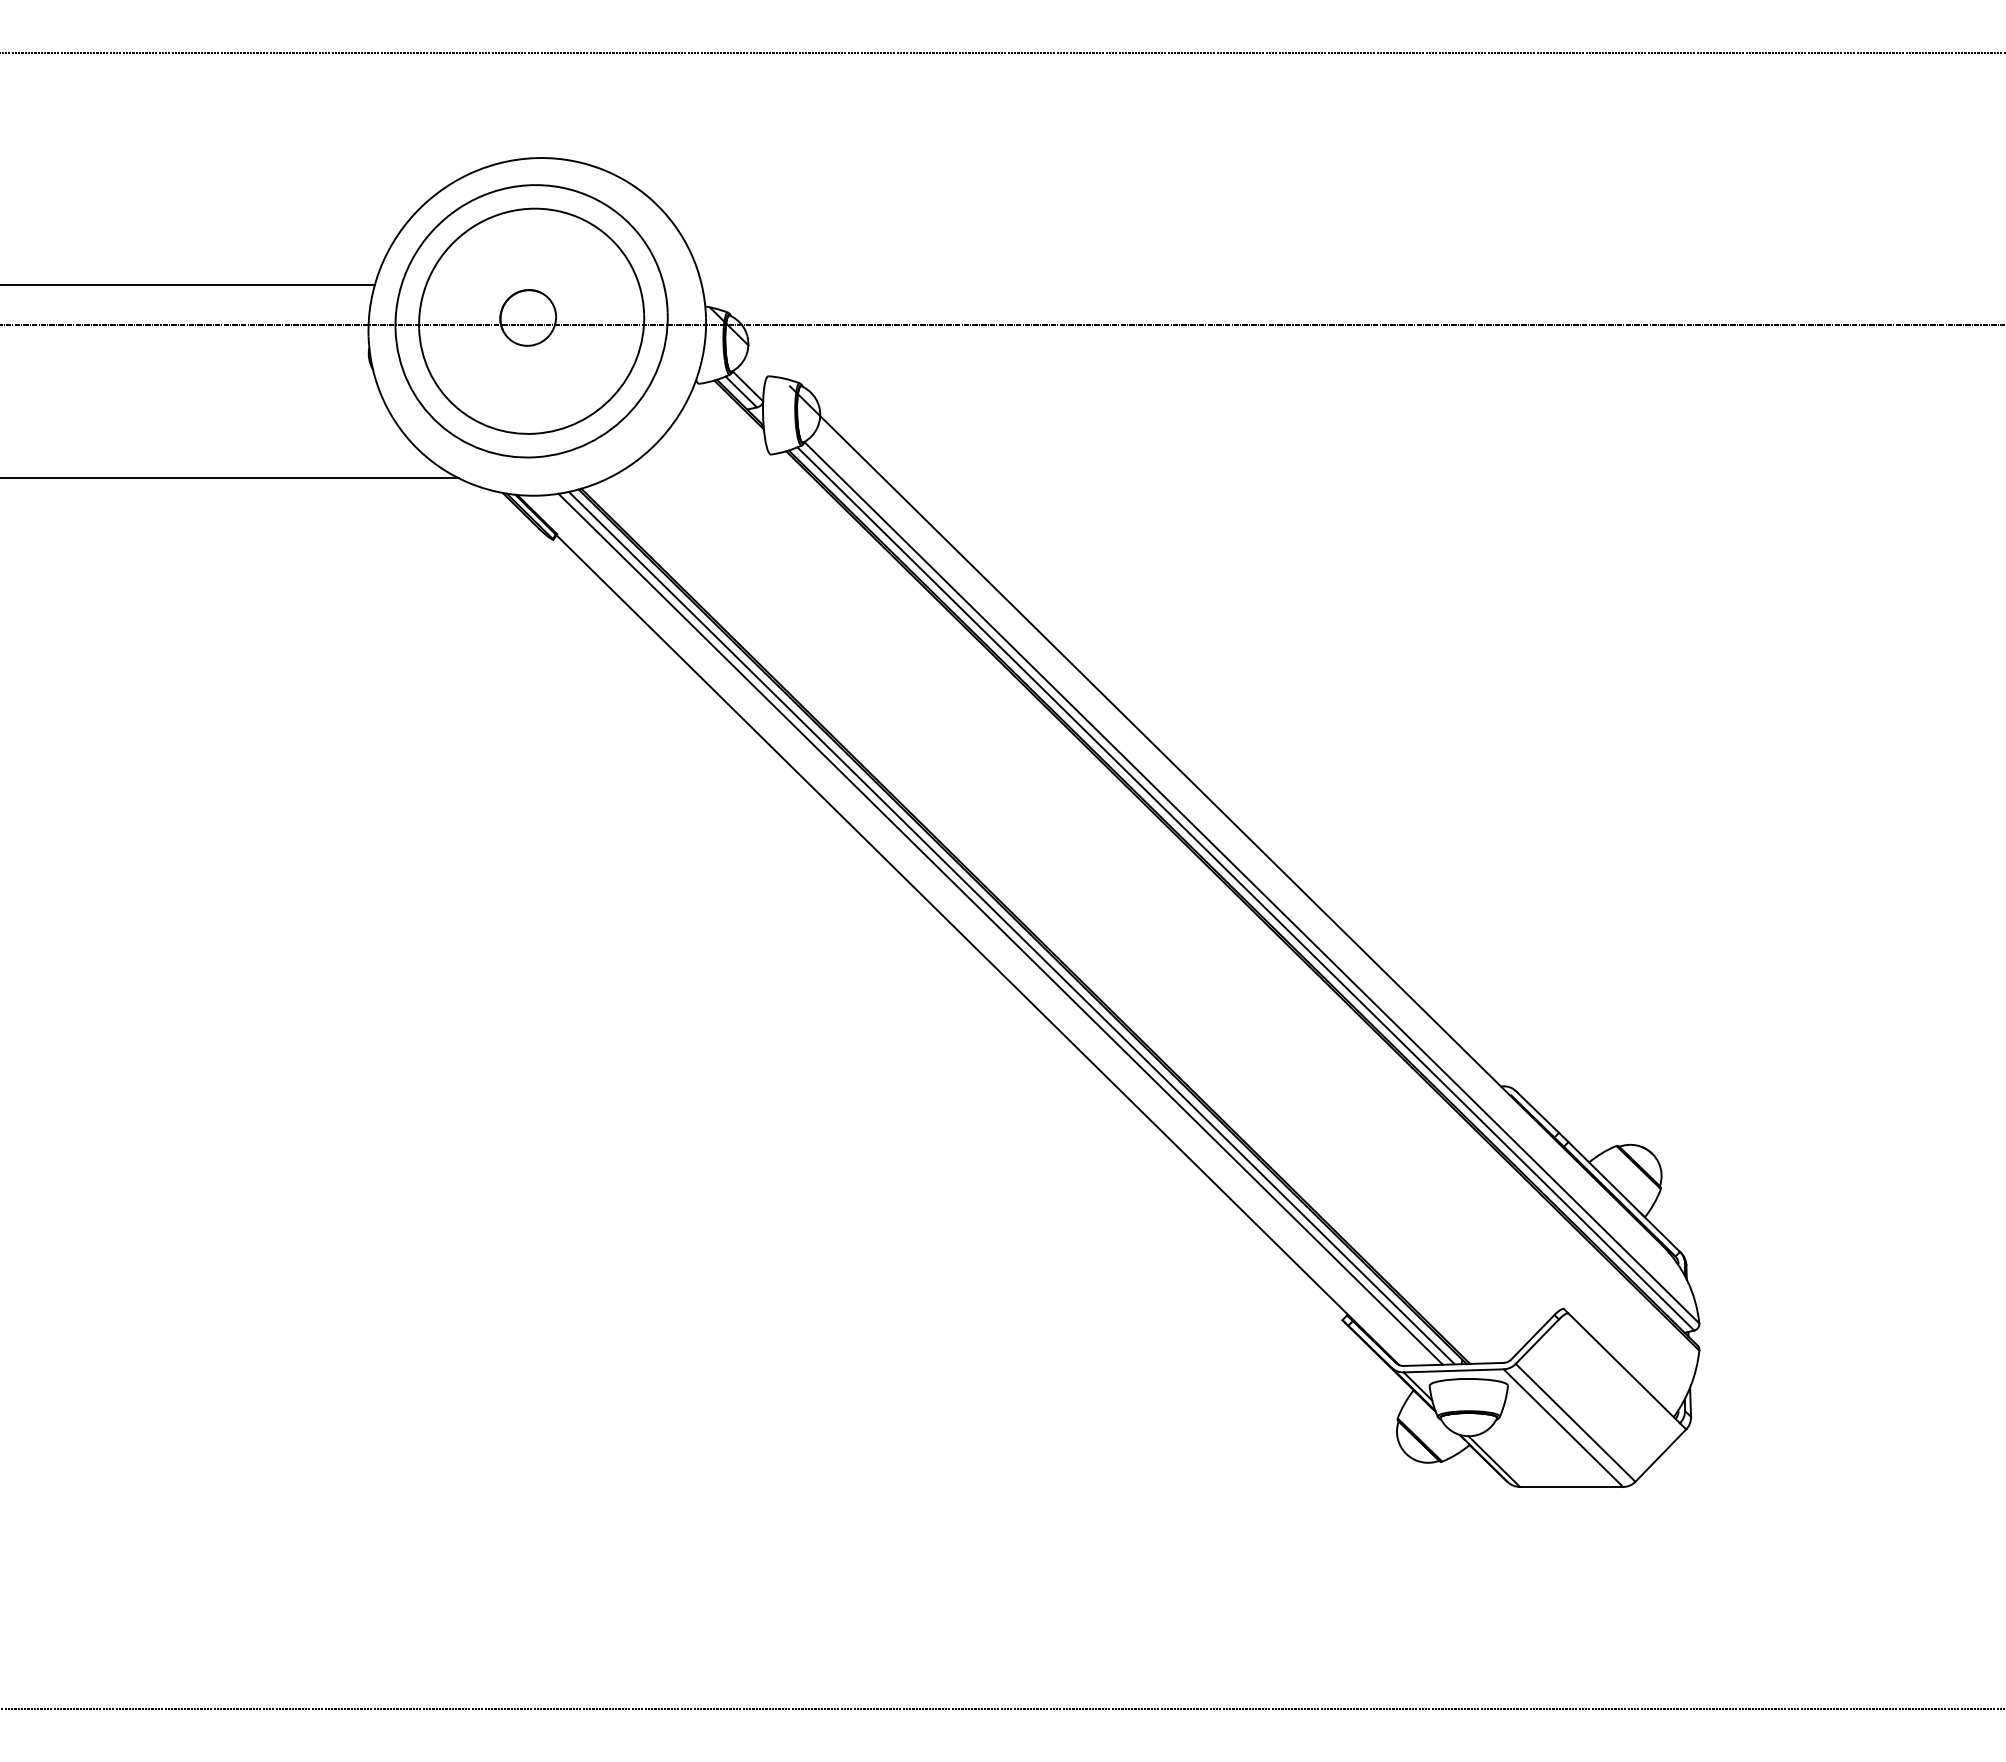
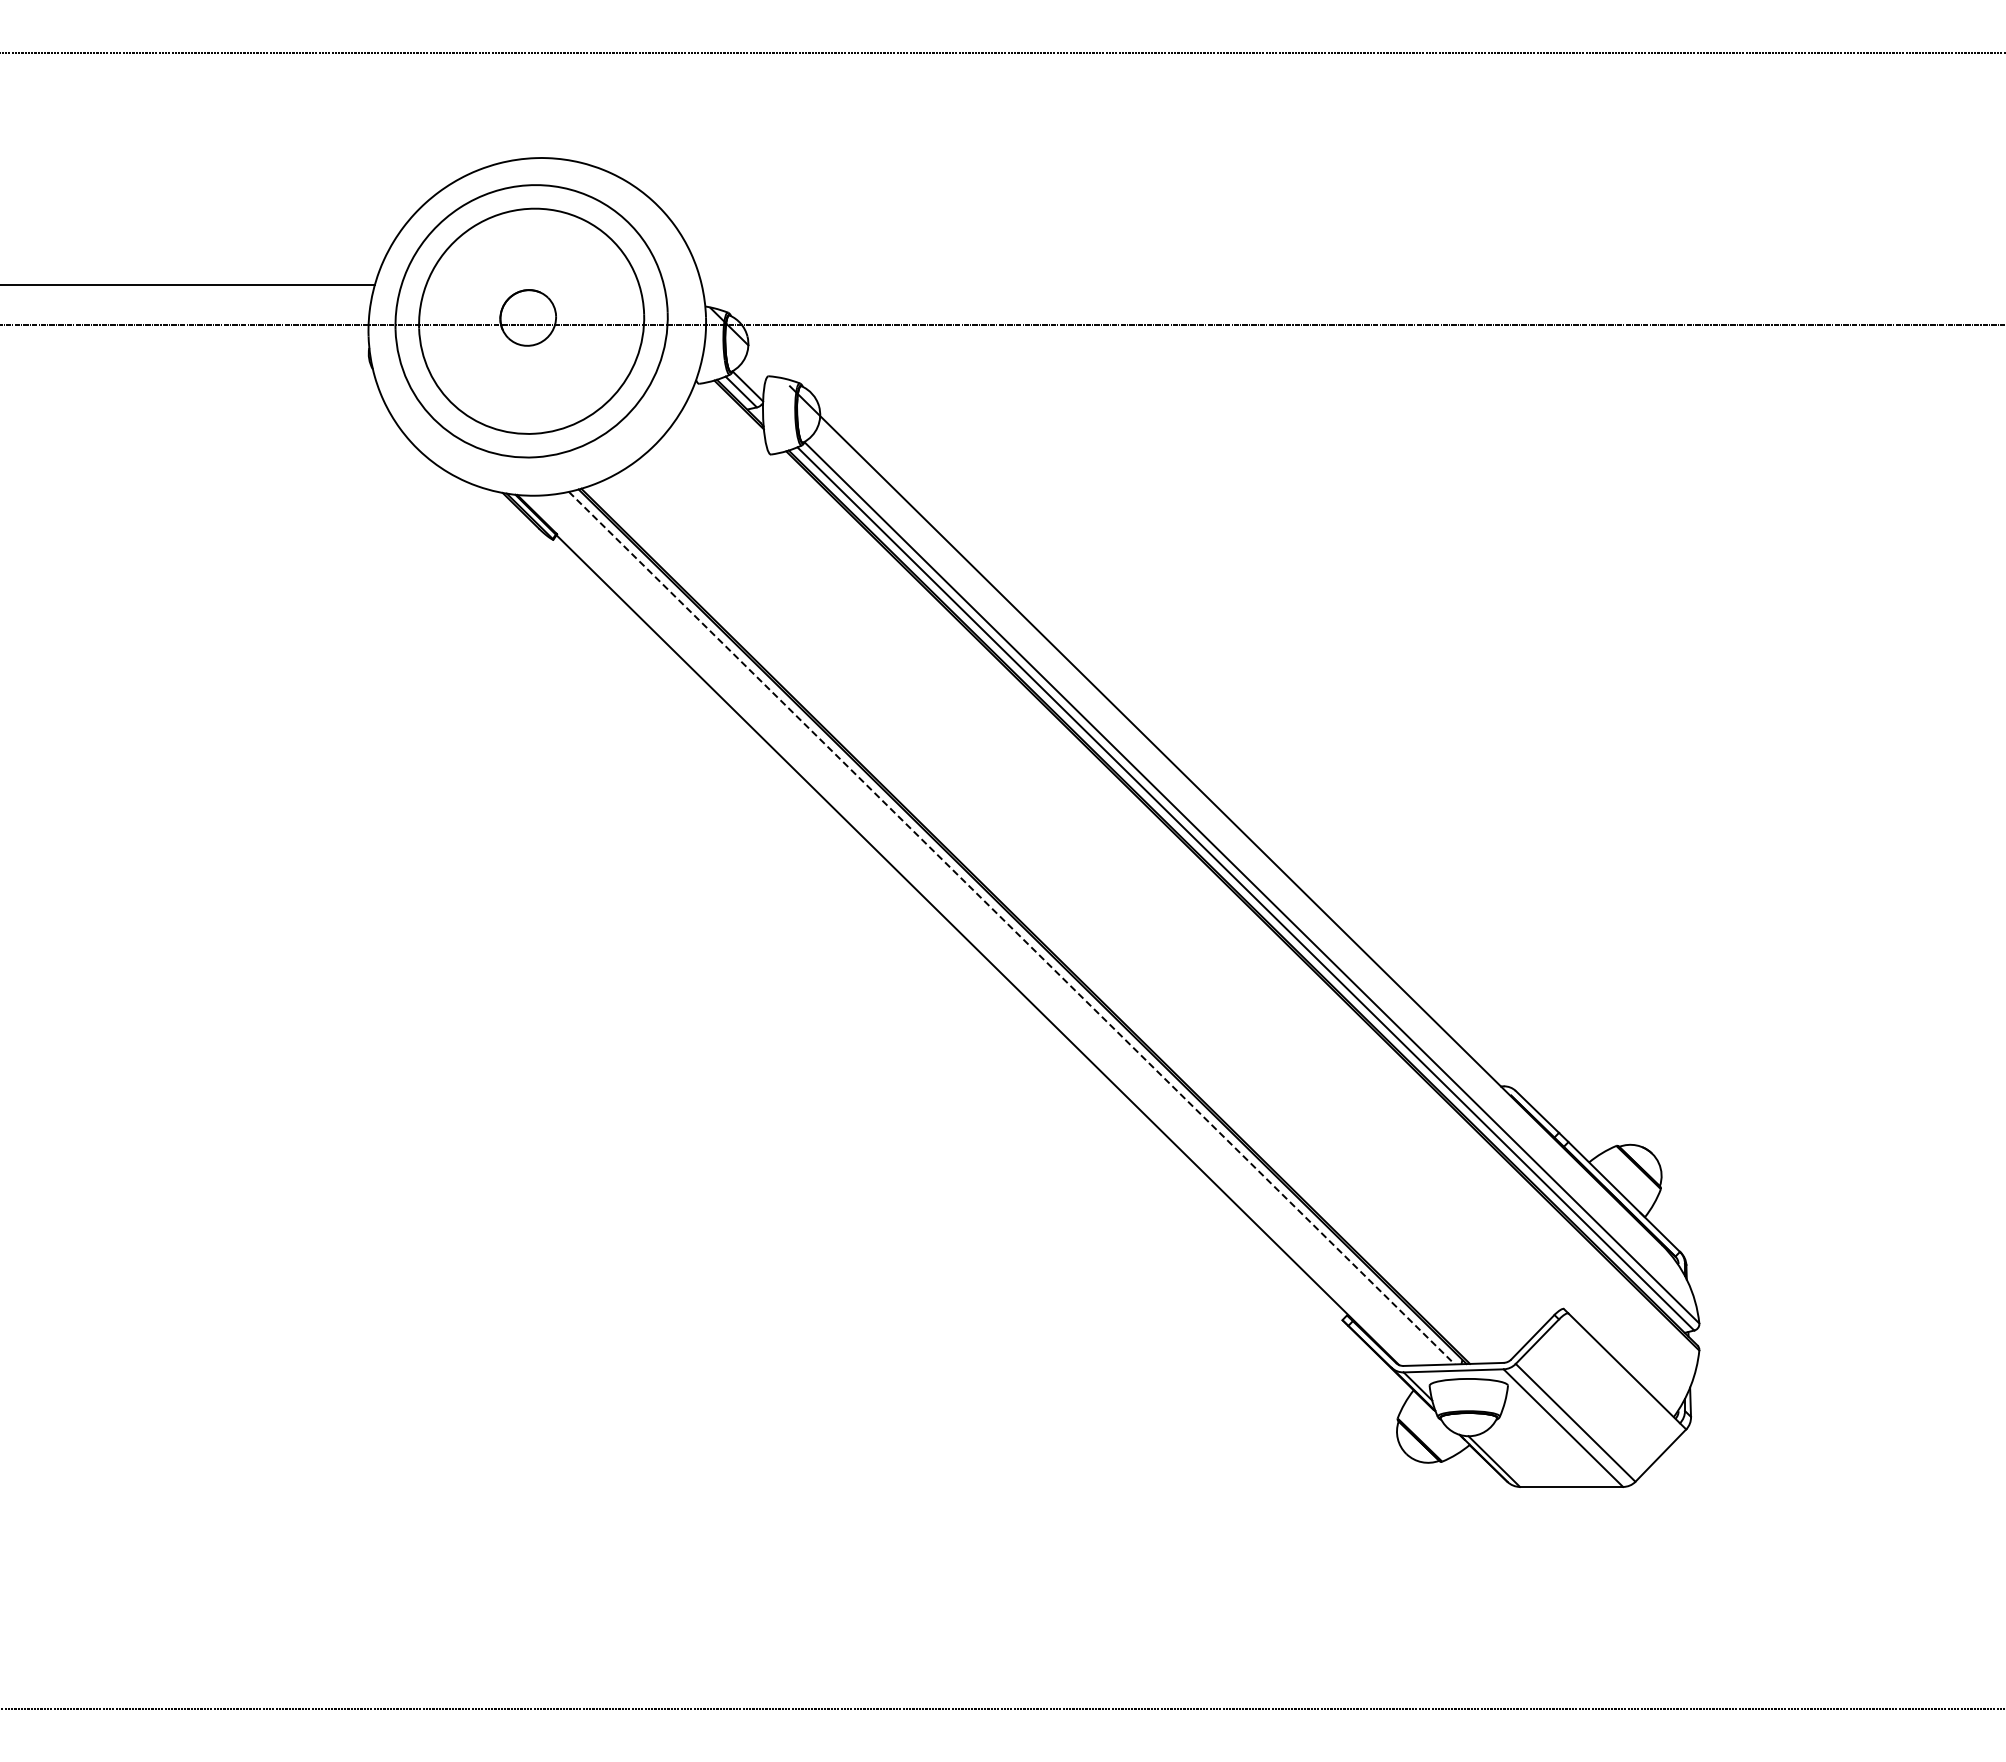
line at (230, 478): present -> none
line at (1000, 928): present -> none
line at (1011, 928): solid -> dashed
